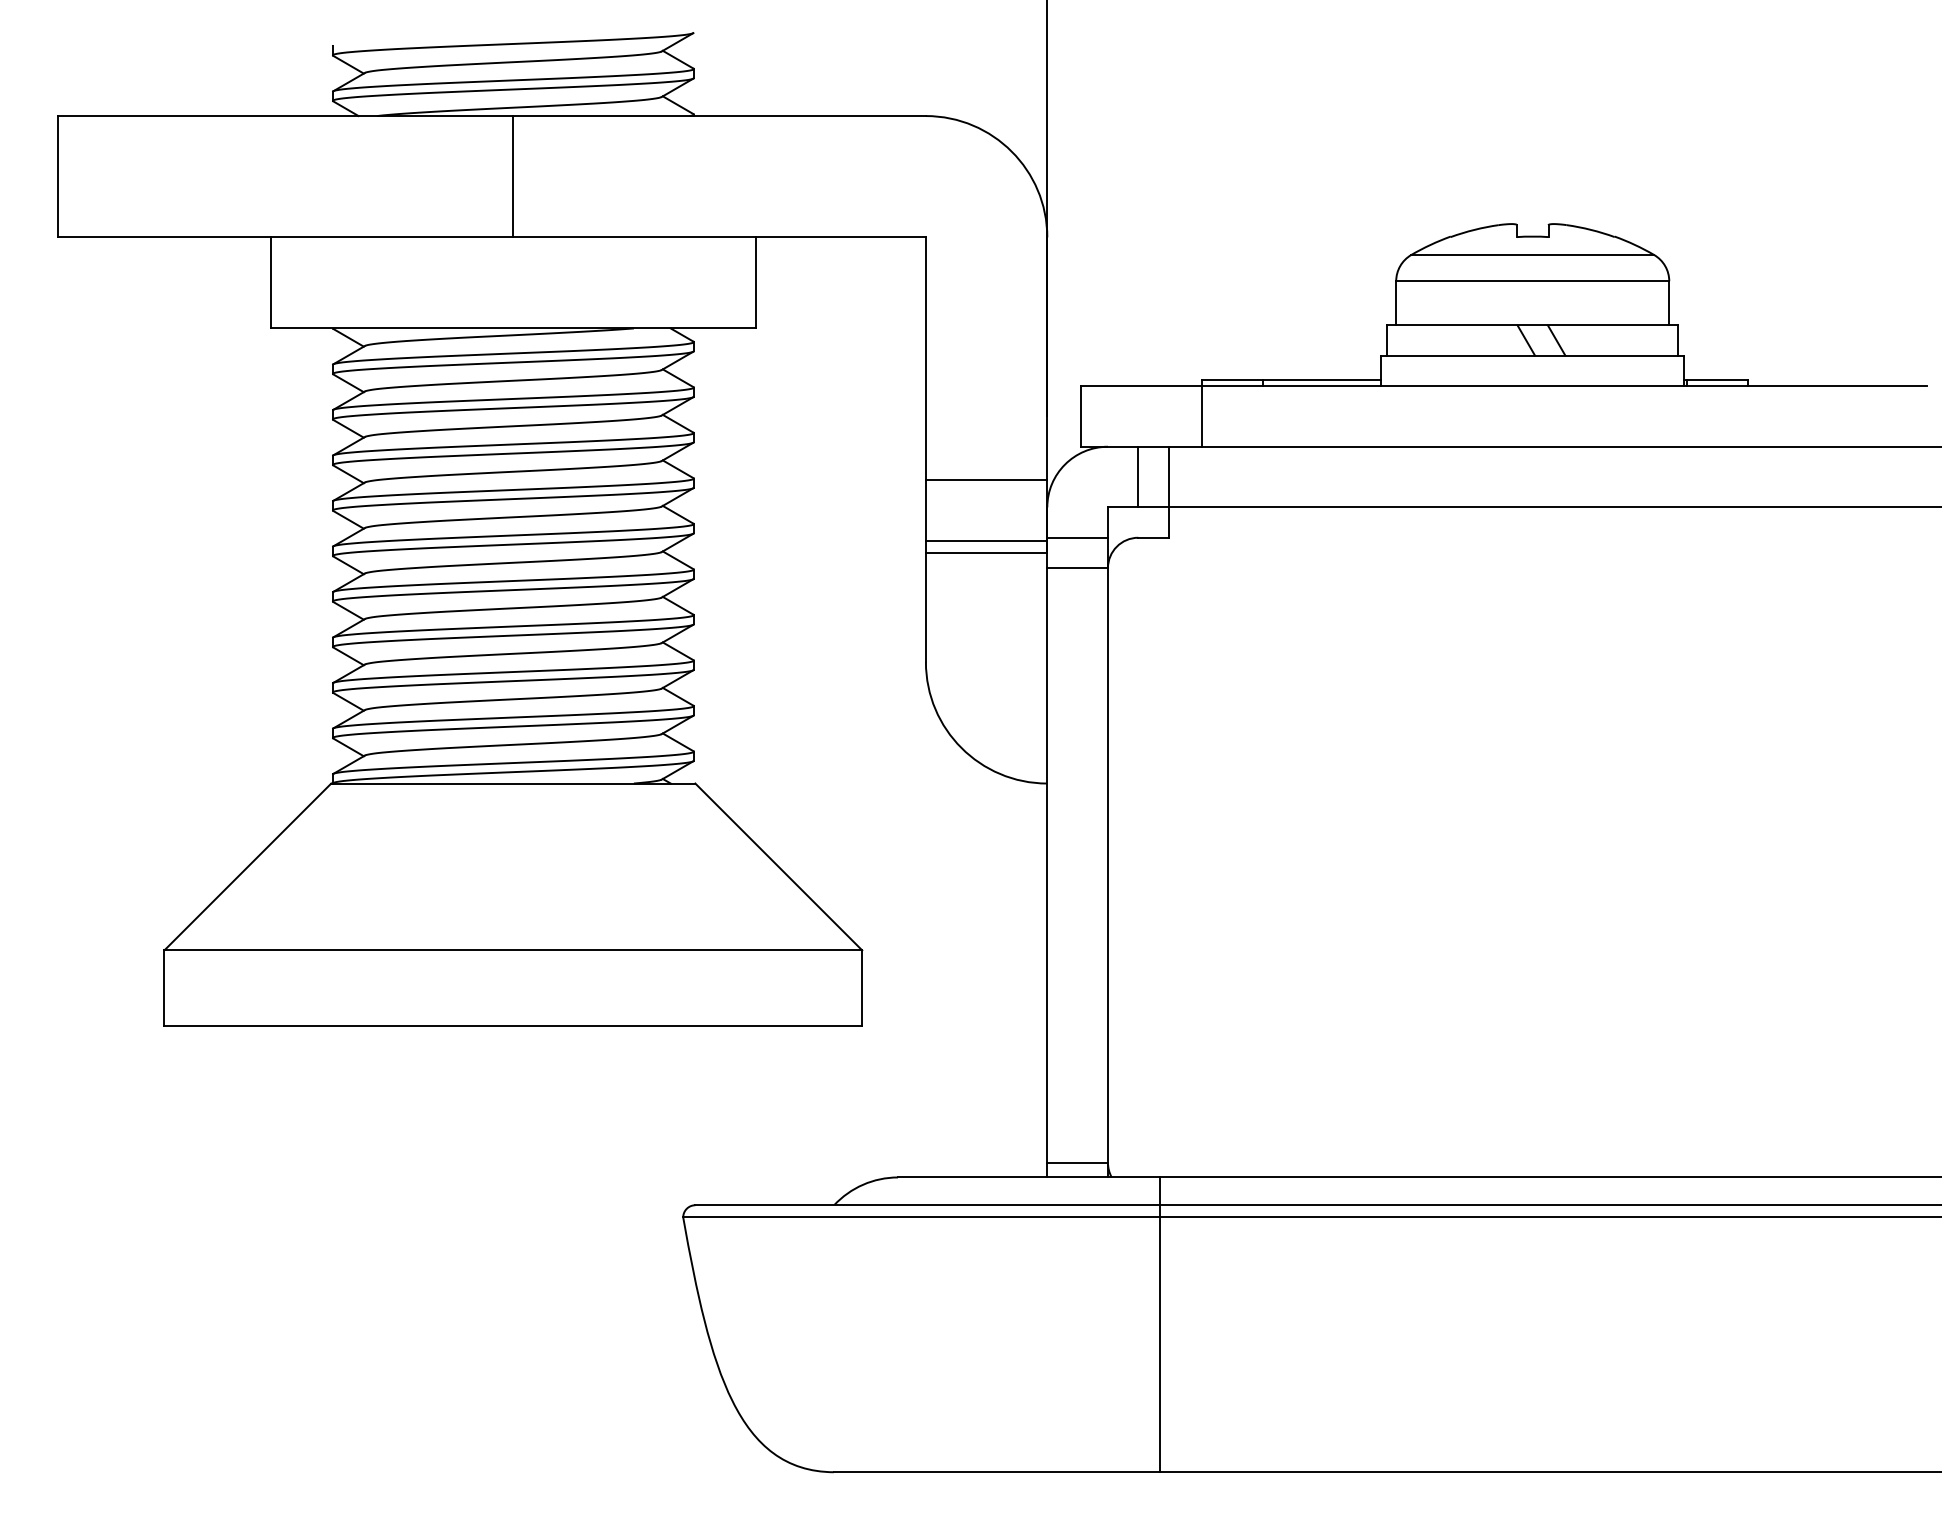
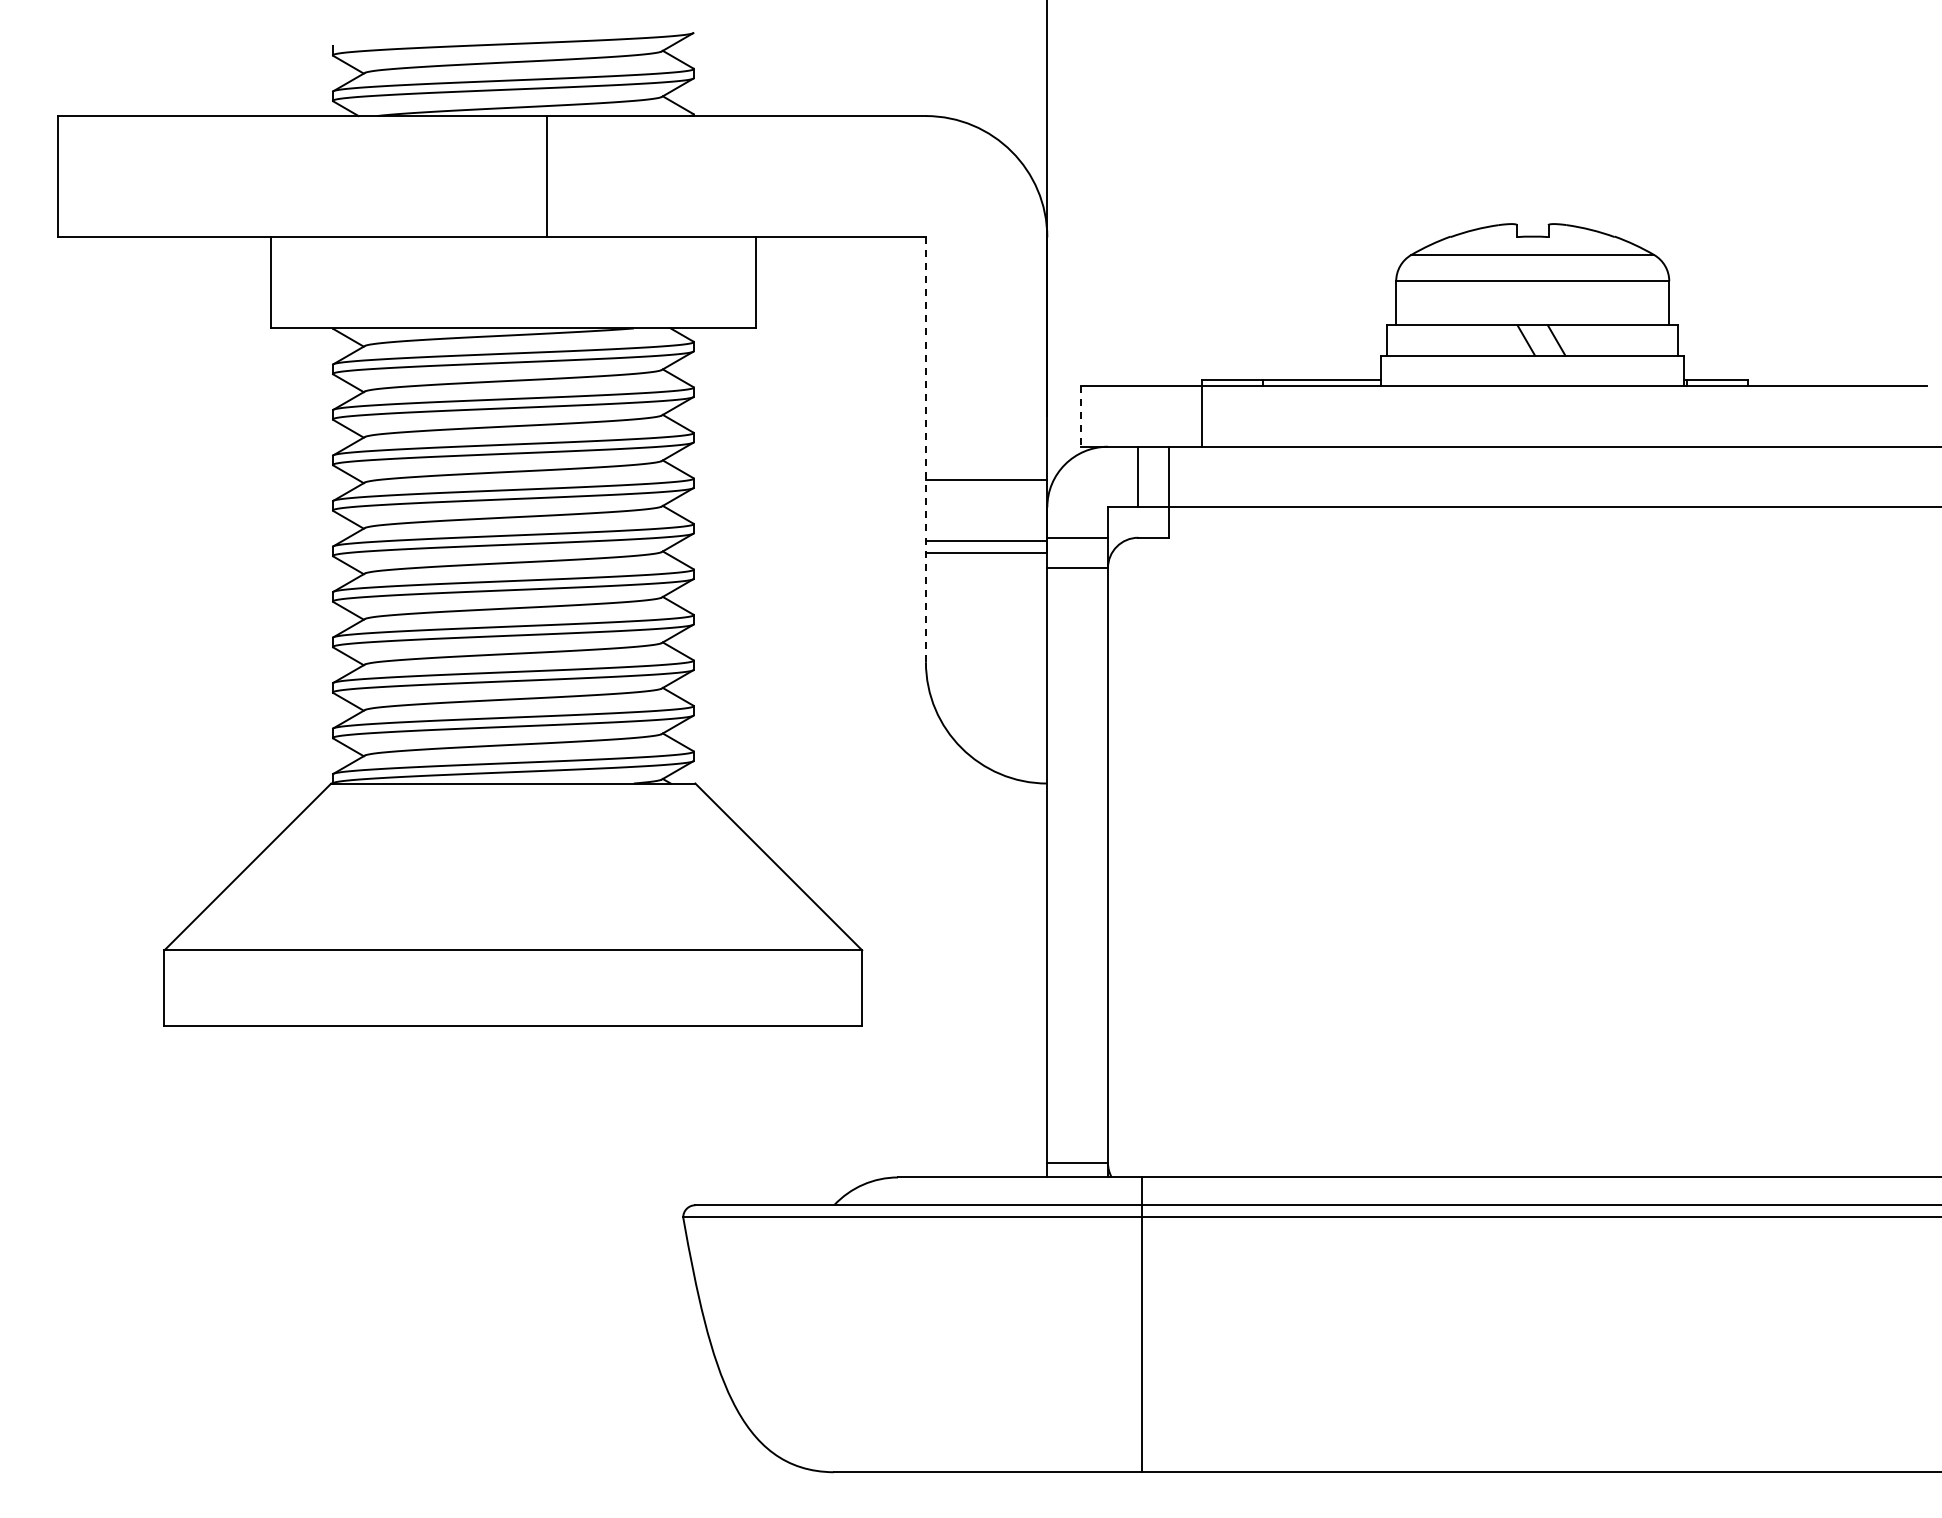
line at (513, 176) position: (513, 176) -> (547, 176)
line at (1080, 416): solid -> dashed
line at (925, 449): solid -> dashed
line at (1159, 1324) position: (1159, 1324) -> (1141, 1324)
